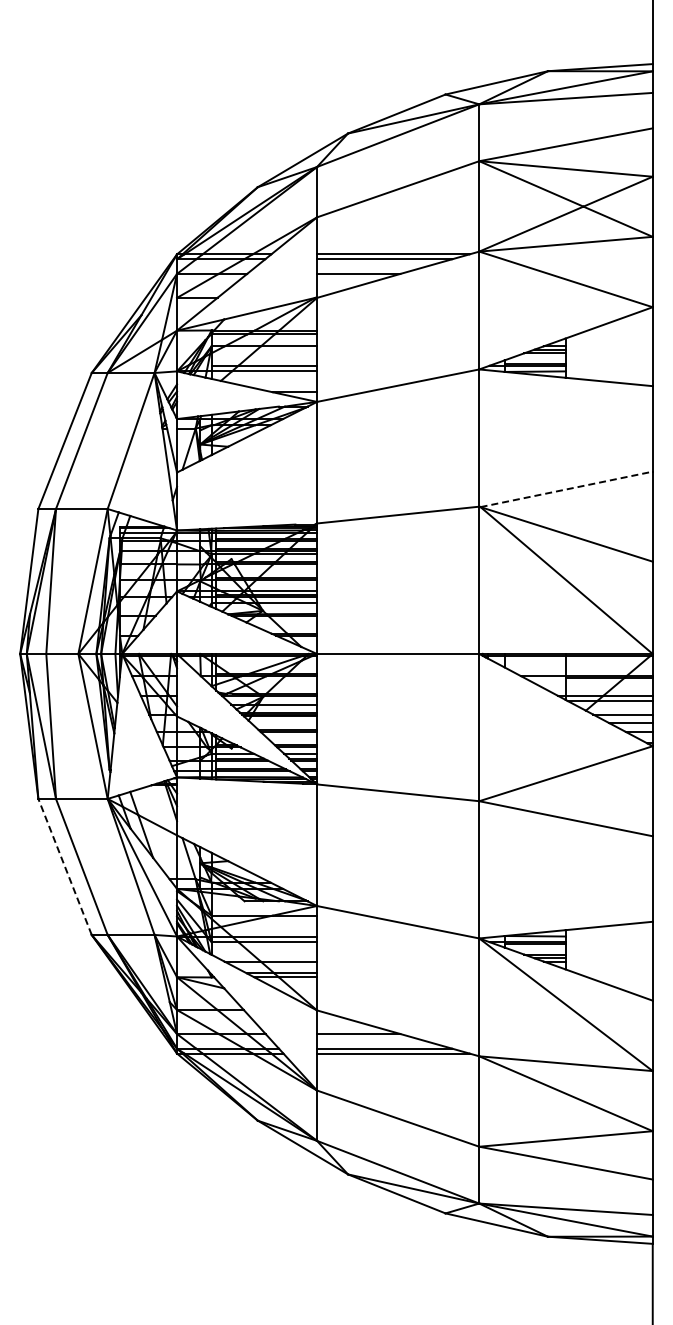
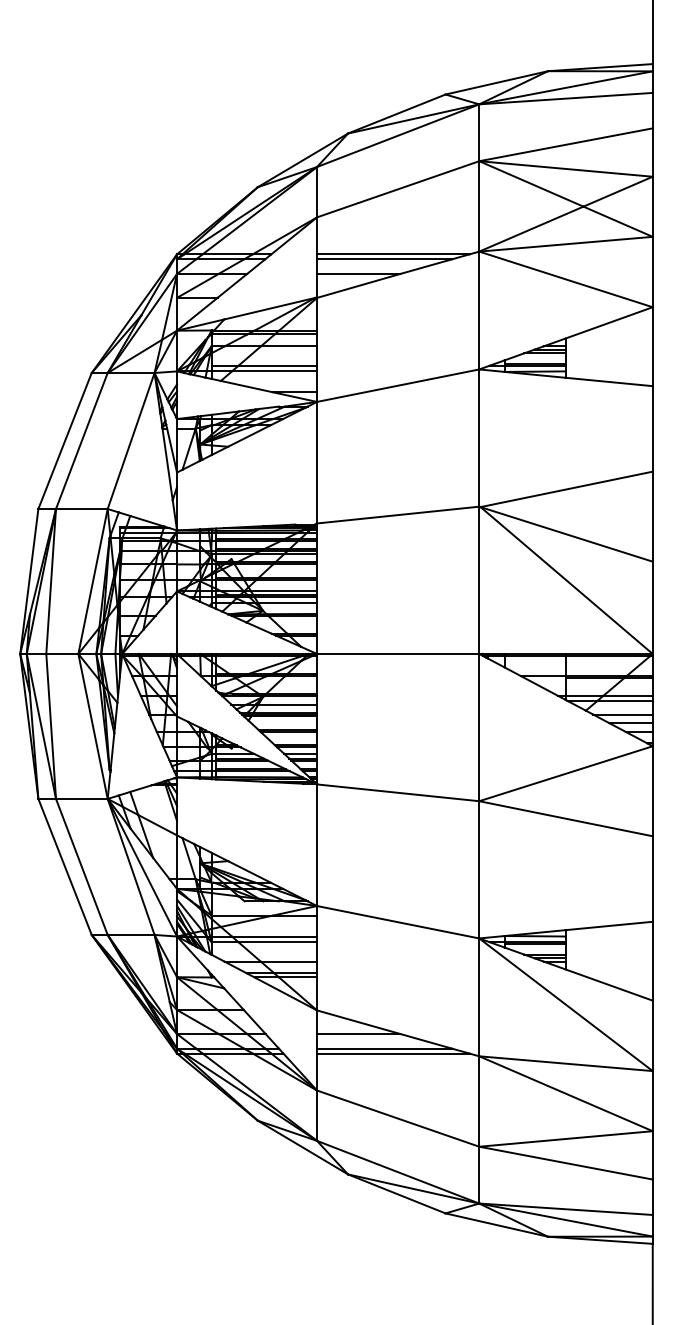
line at (566, 489): dashed -> solid
line at (64, 866): dashed -> solid
